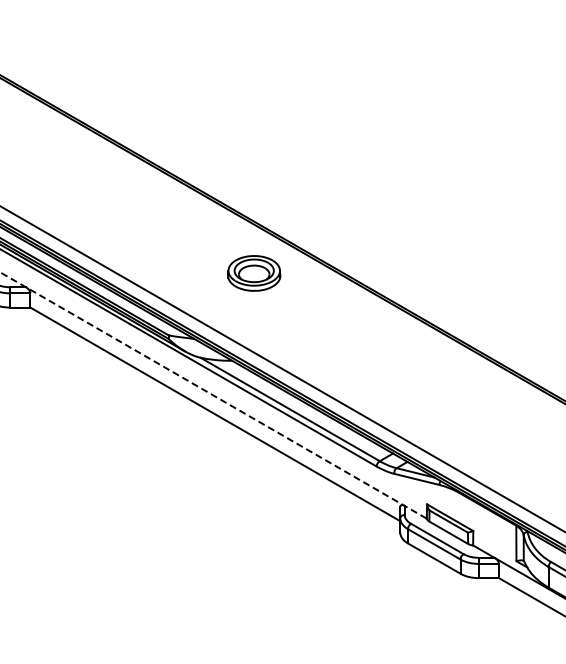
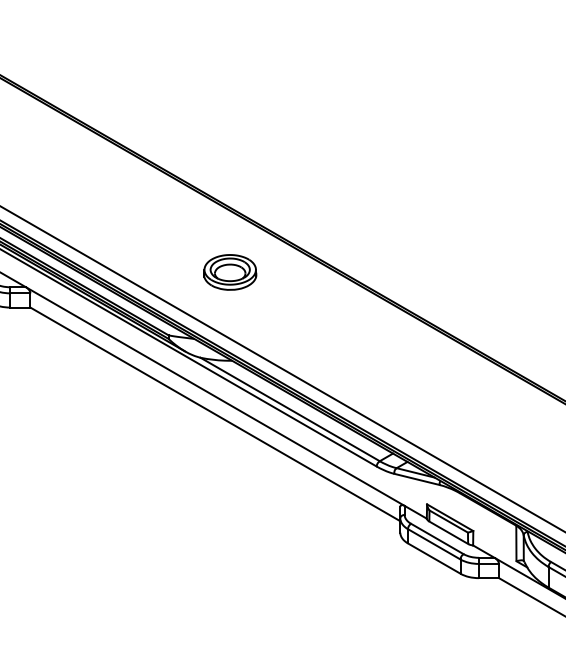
part at (254, 273) position: (254, 273) -> (230, 272)
line at (214, 395): dashed -> solid
